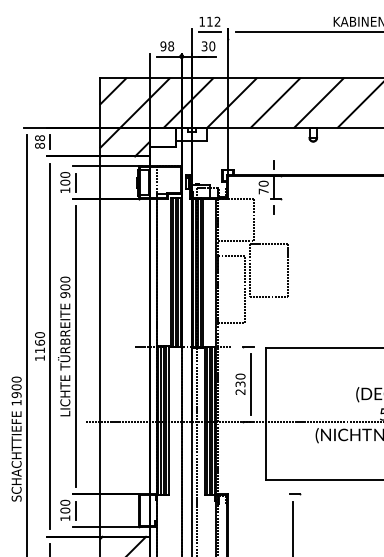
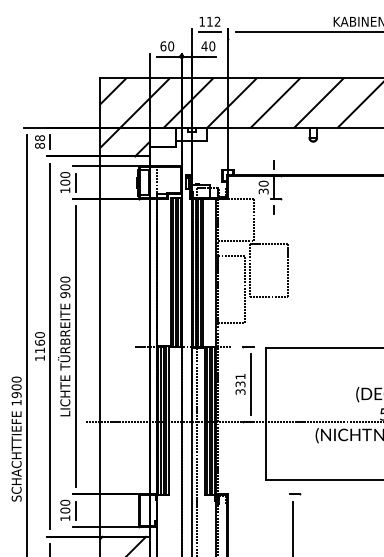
text at (167, 46): 98 -> 60
text at (204, 46): 30 -> 40
text at (263, 191): 70 -> 30
text at (240, 383): 230 -> 331
